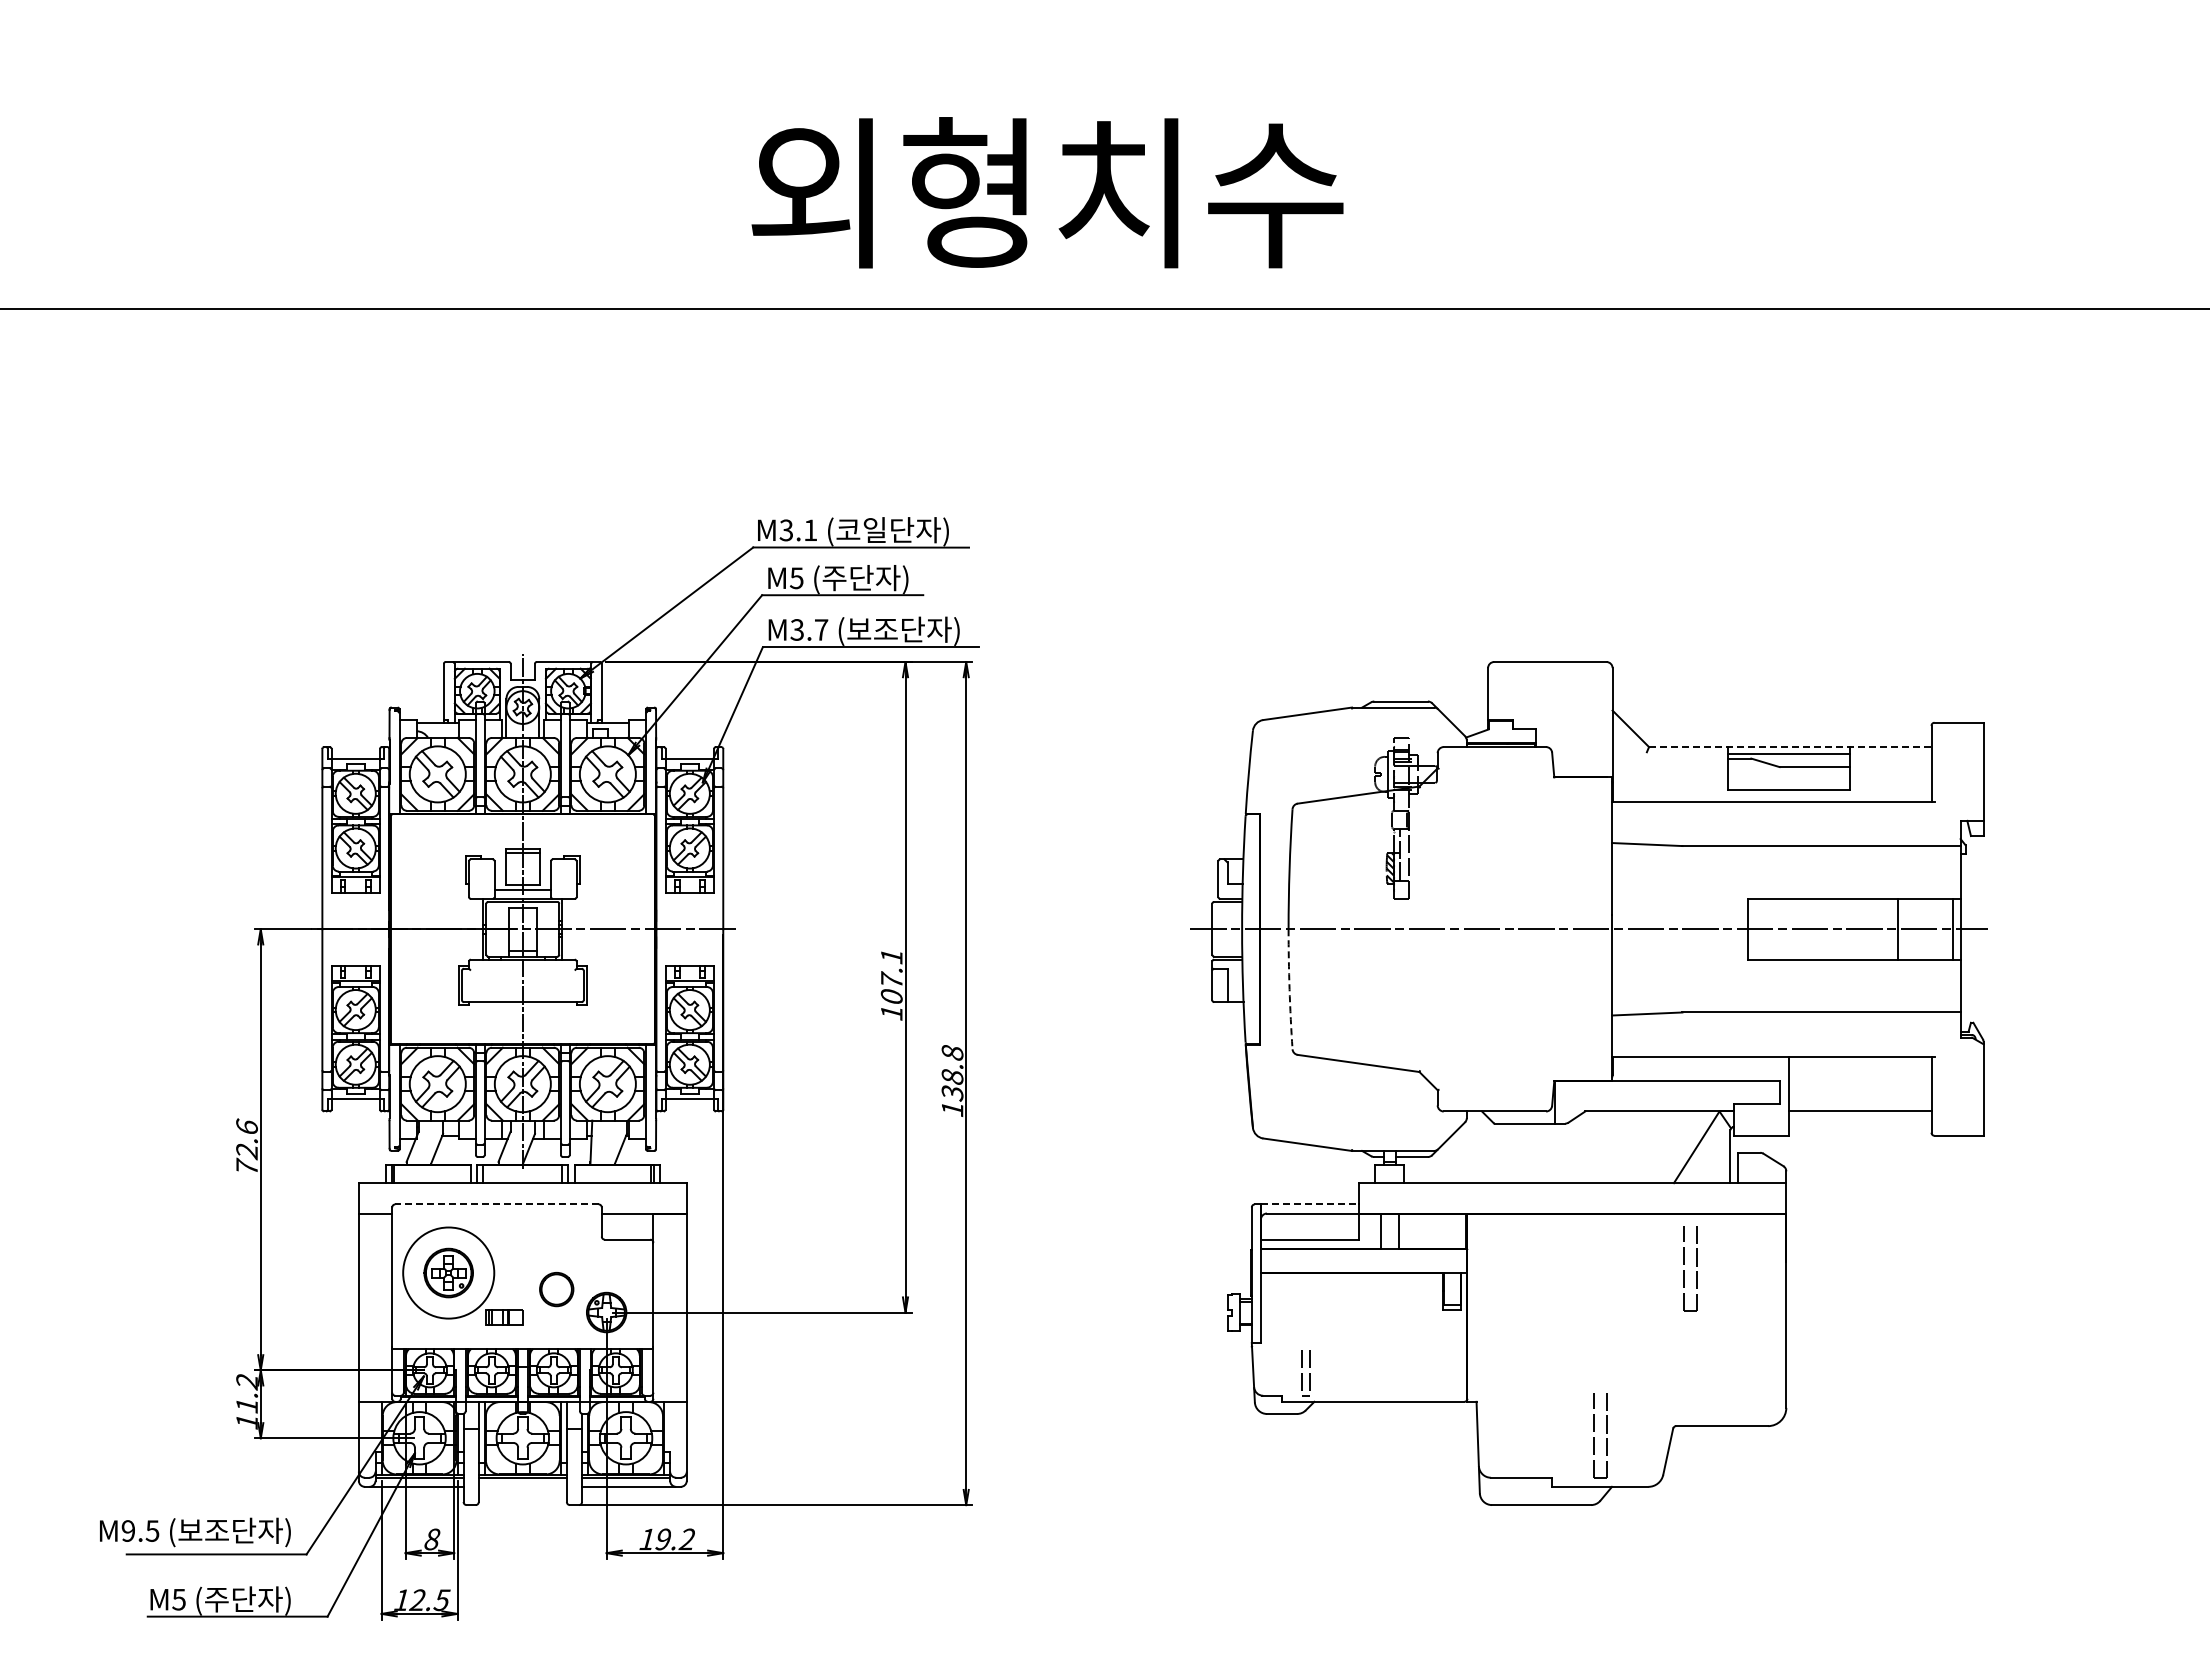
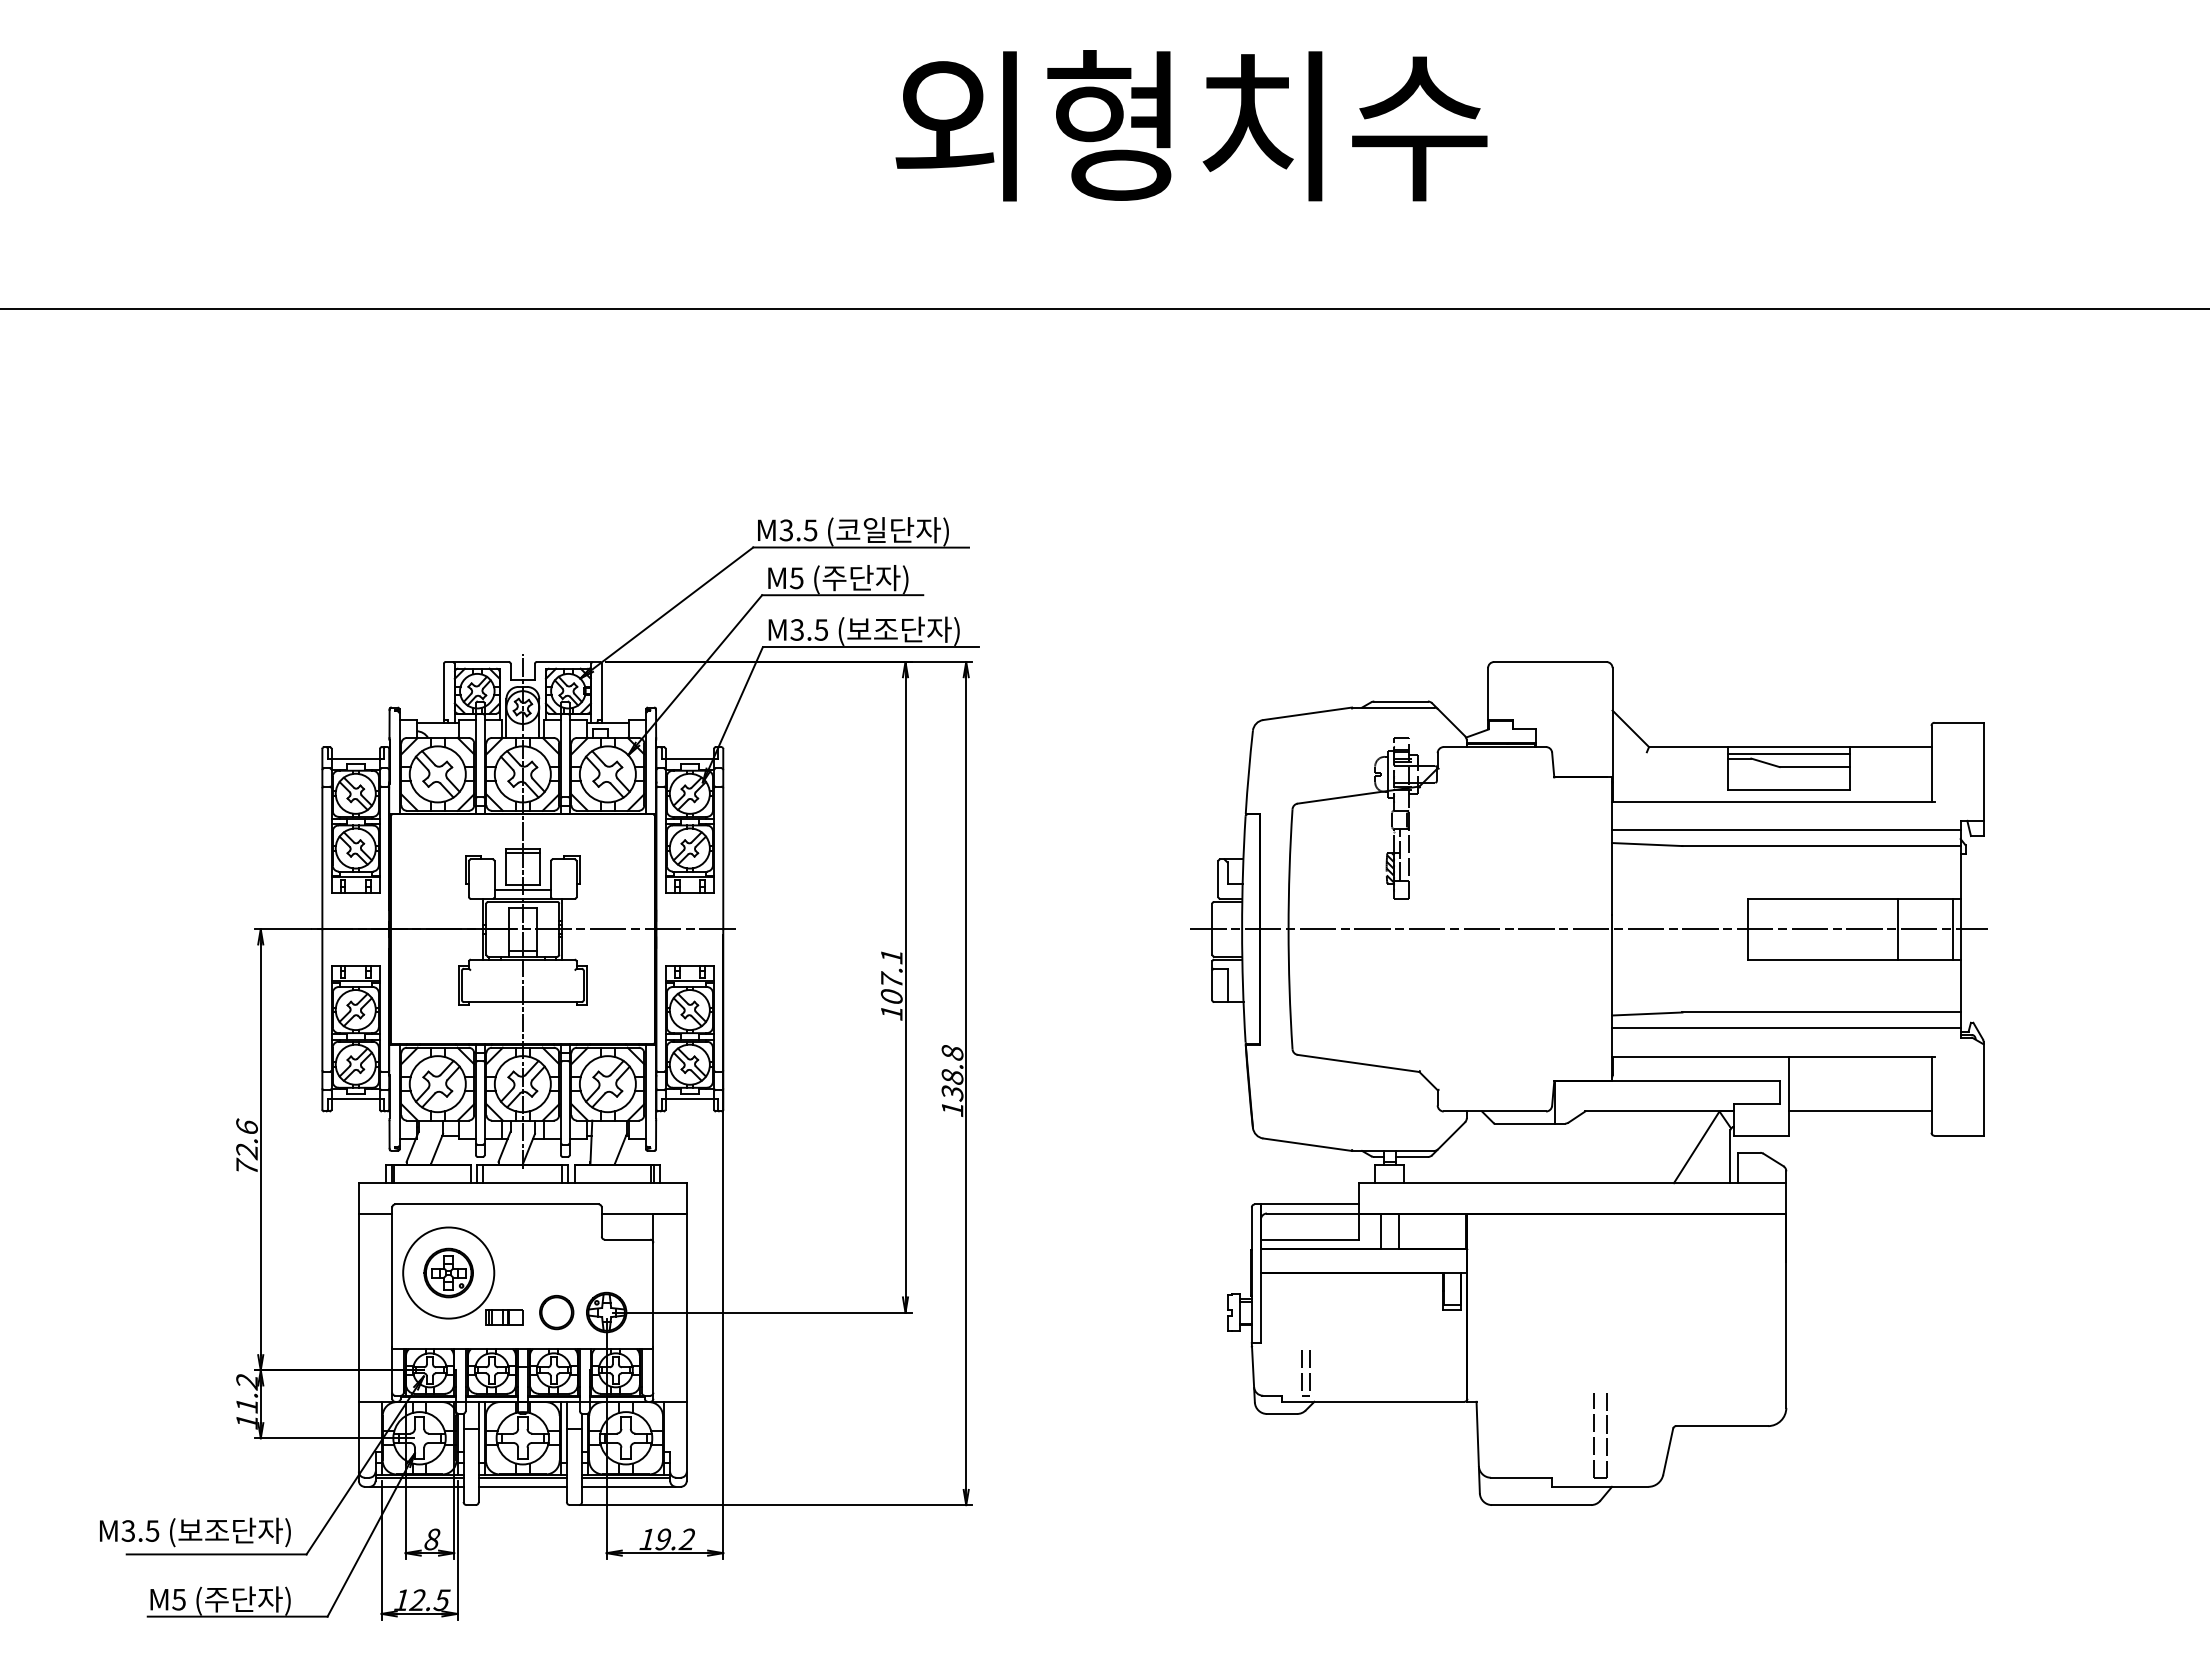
text at (1047, 192) position: (1047, 192) -> (1191, 125)
text at (810, 530): M3.1 -> M3.5
text at (821, 629): M3.7 -> M3.5
line at (1790, 747): dashed -> solid
line at (1786, 830): none -> present
arc at (1289, 989): dashed -> solid
line at (1786, 1028): none -> present
line at (497, 1204): dashed -> solid
line at (1310, 1204): dashed -> solid
part at (1696, 1266): present -> none
part at (556, 1289) position: (556, 1289) -> (556, 1312)
line at (522, 1486): none -> present
text at (127, 1530): M9.5 -> M3.5
